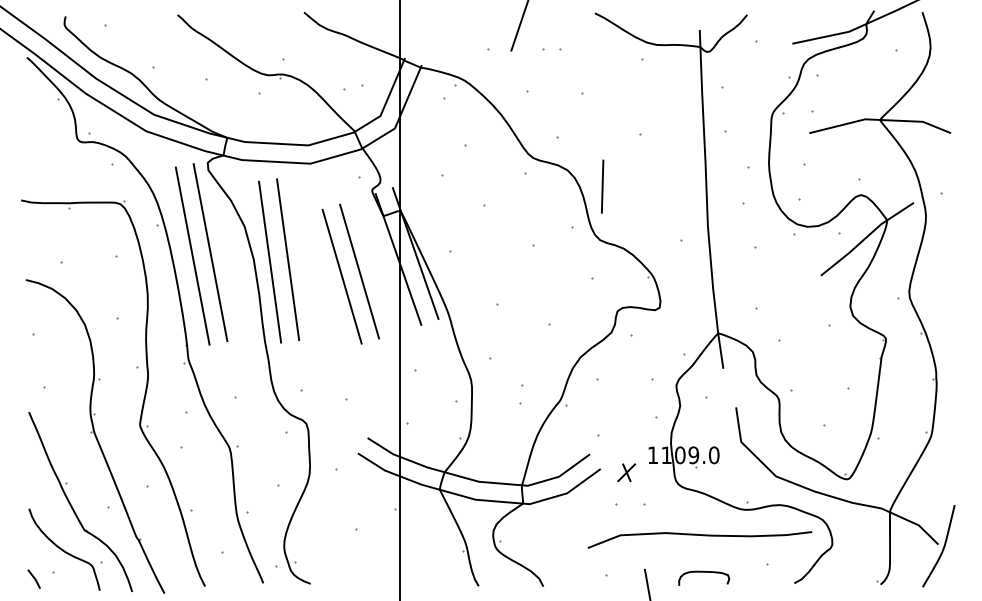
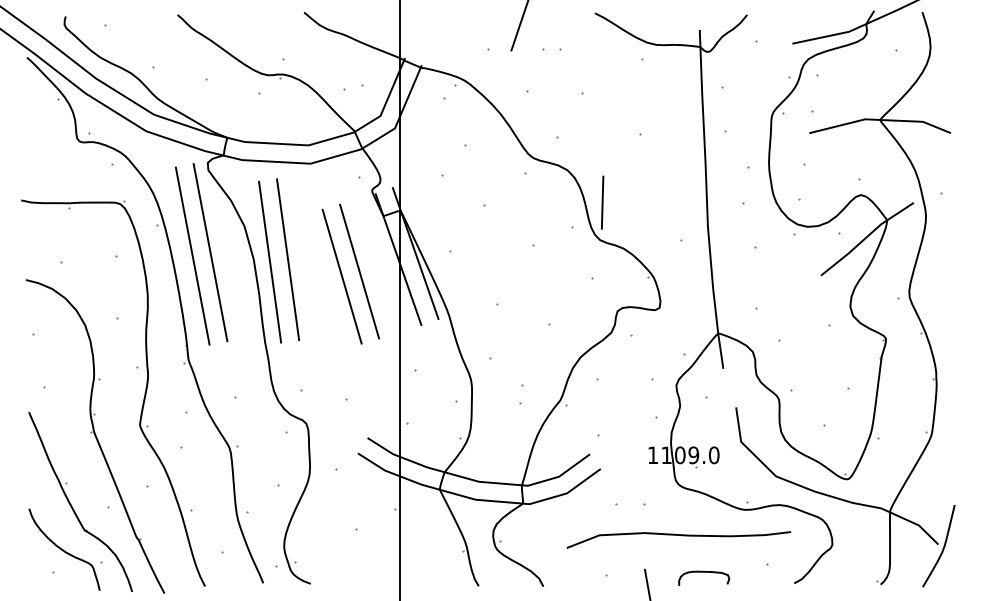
line at (602, 186) position: (602, 186) -> (602, 202)
part at (626, 472): present -> none
curve at (699, 535) position: (699, 535) -> (678, 535)
line at (33, 578): present -> none
